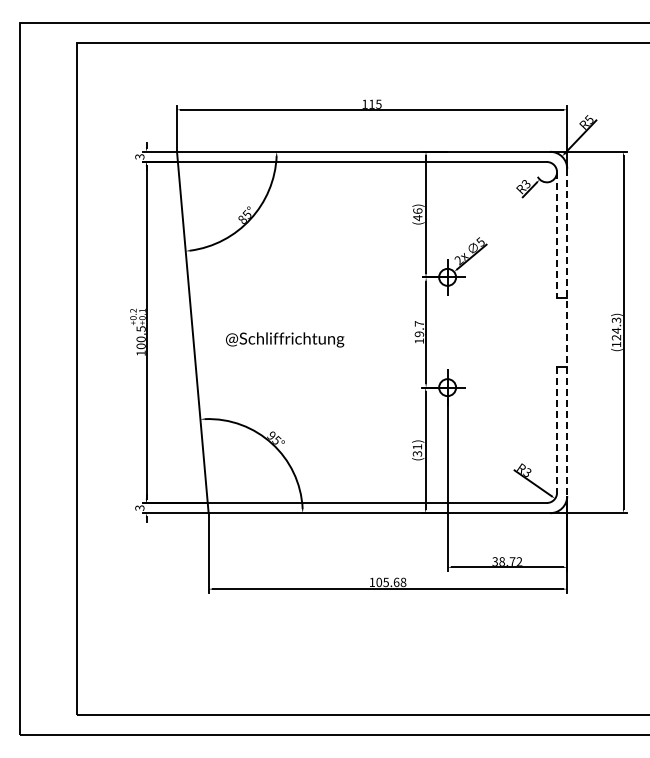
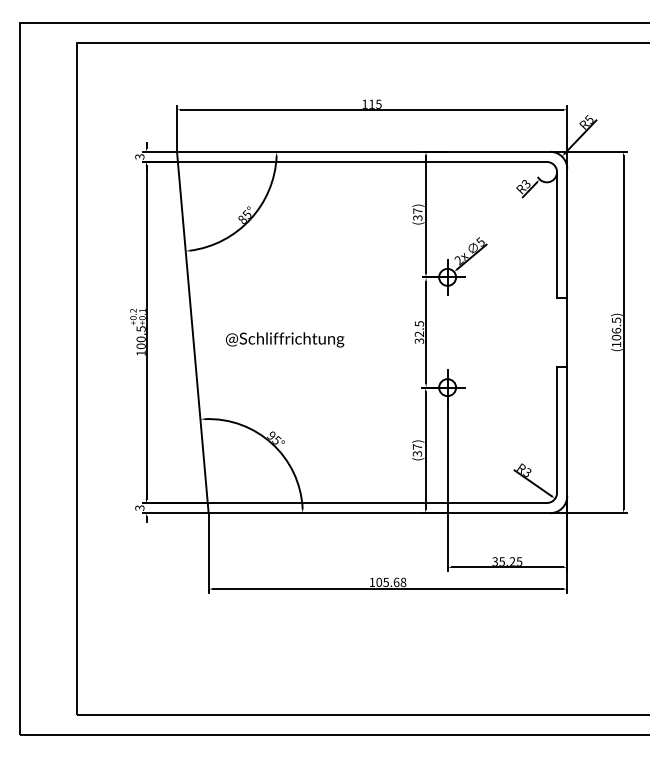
text at (417, 214): (46) -> (37)
line at (557, 234): dashed -> solid
text at (616, 328): 124.3) -> 106.5)
text at (419, 332): 19.7 -> 32.5
line at (567, 332): dashed -> solid
line at (557, 430): dashed -> solid
text at (417, 446): (31) -> (37)
text at (510, 561): 38.72 -> 35.25
